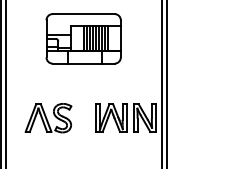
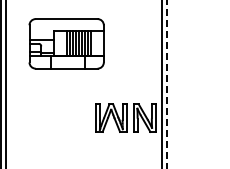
part at (83, 38) position: (83, 38) -> (66, 43)
line at (166, 83): solid -> dashed
part at (48, 118): present -> none
